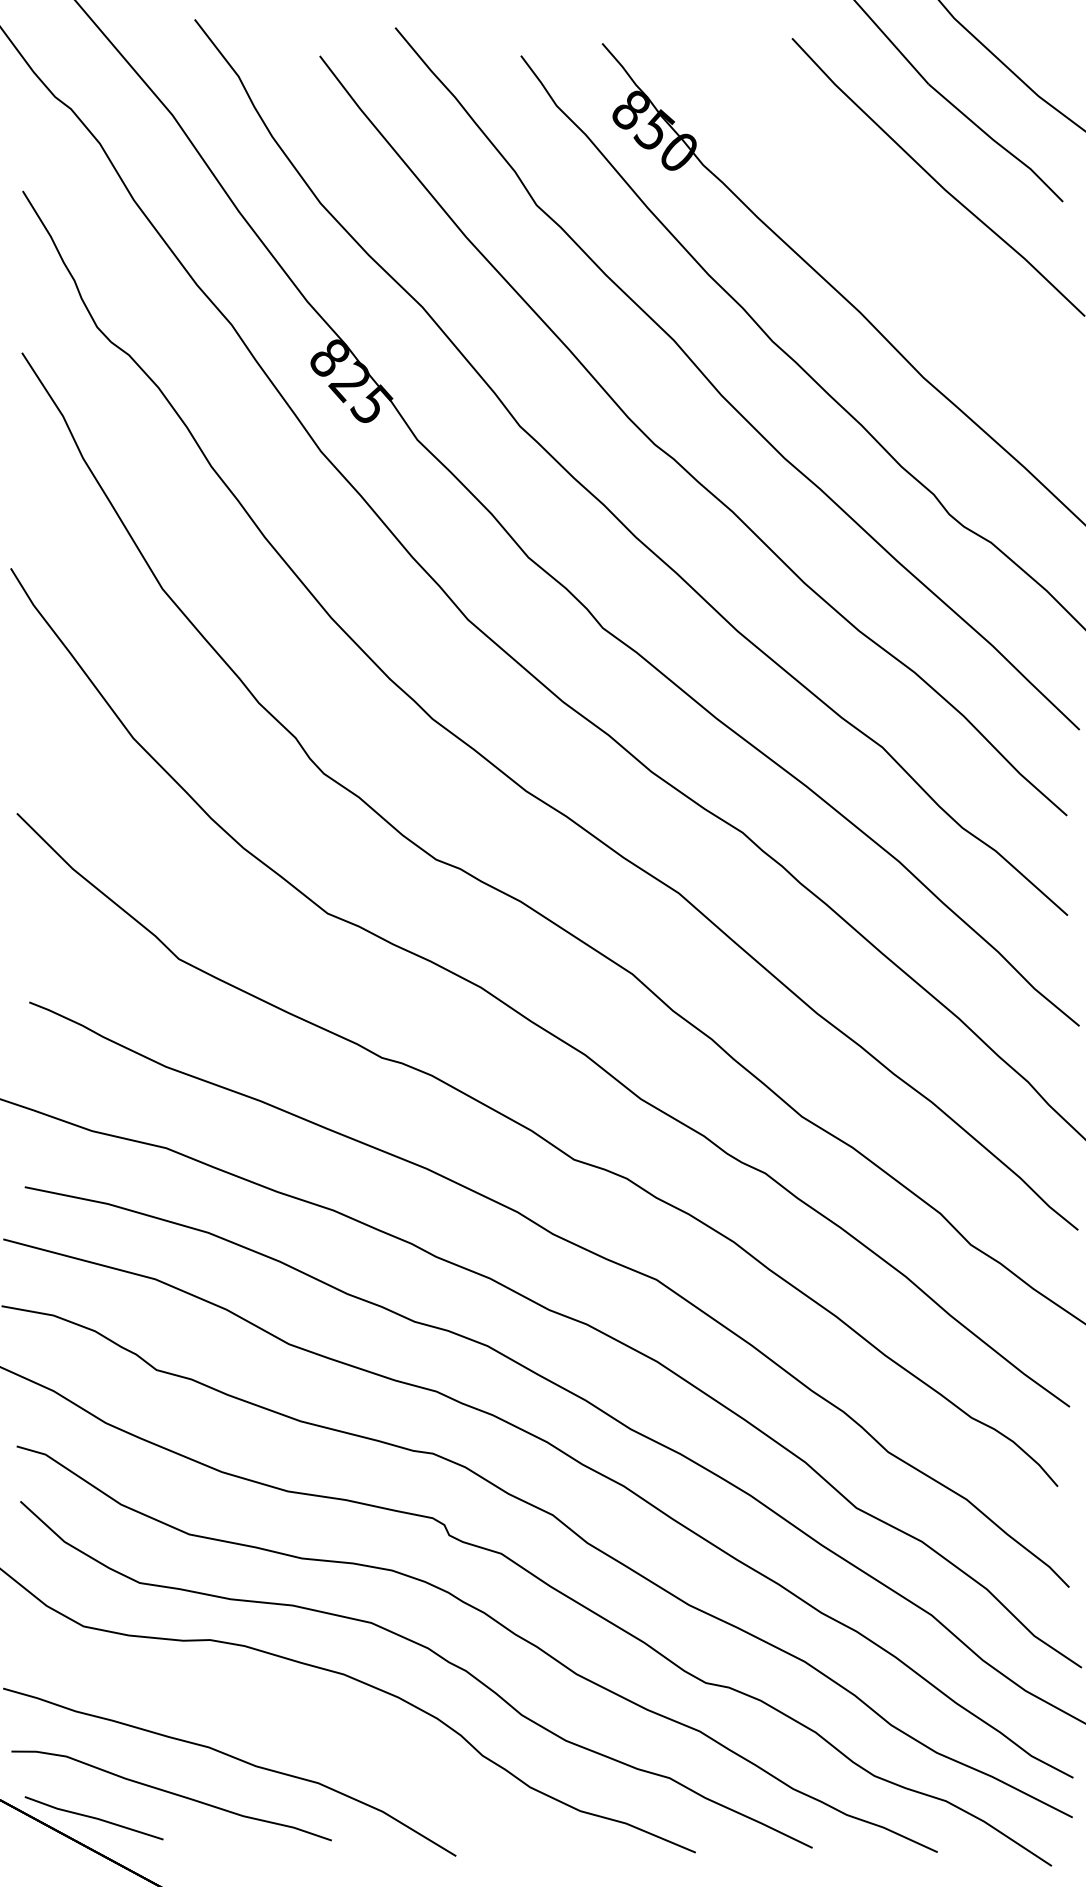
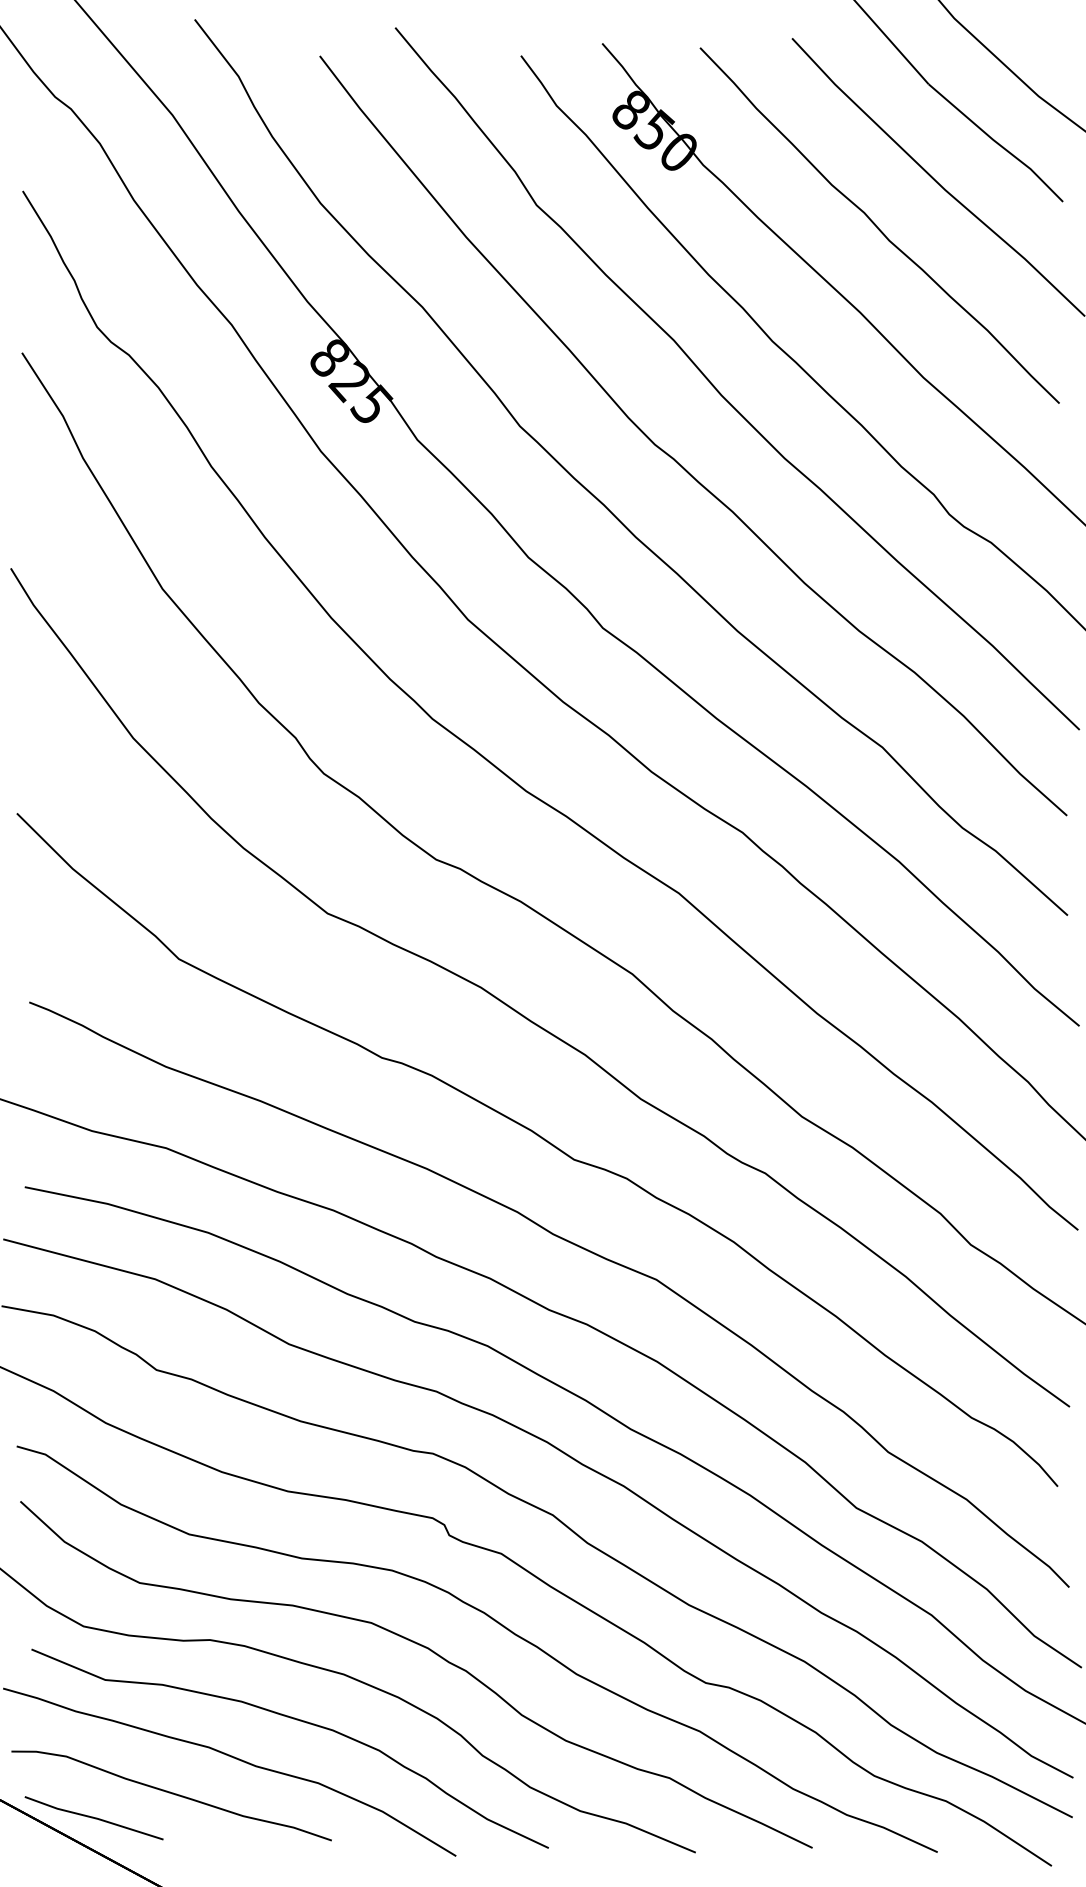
curve at (877, 226): none -> present
part at (299, 1721): none -> present
